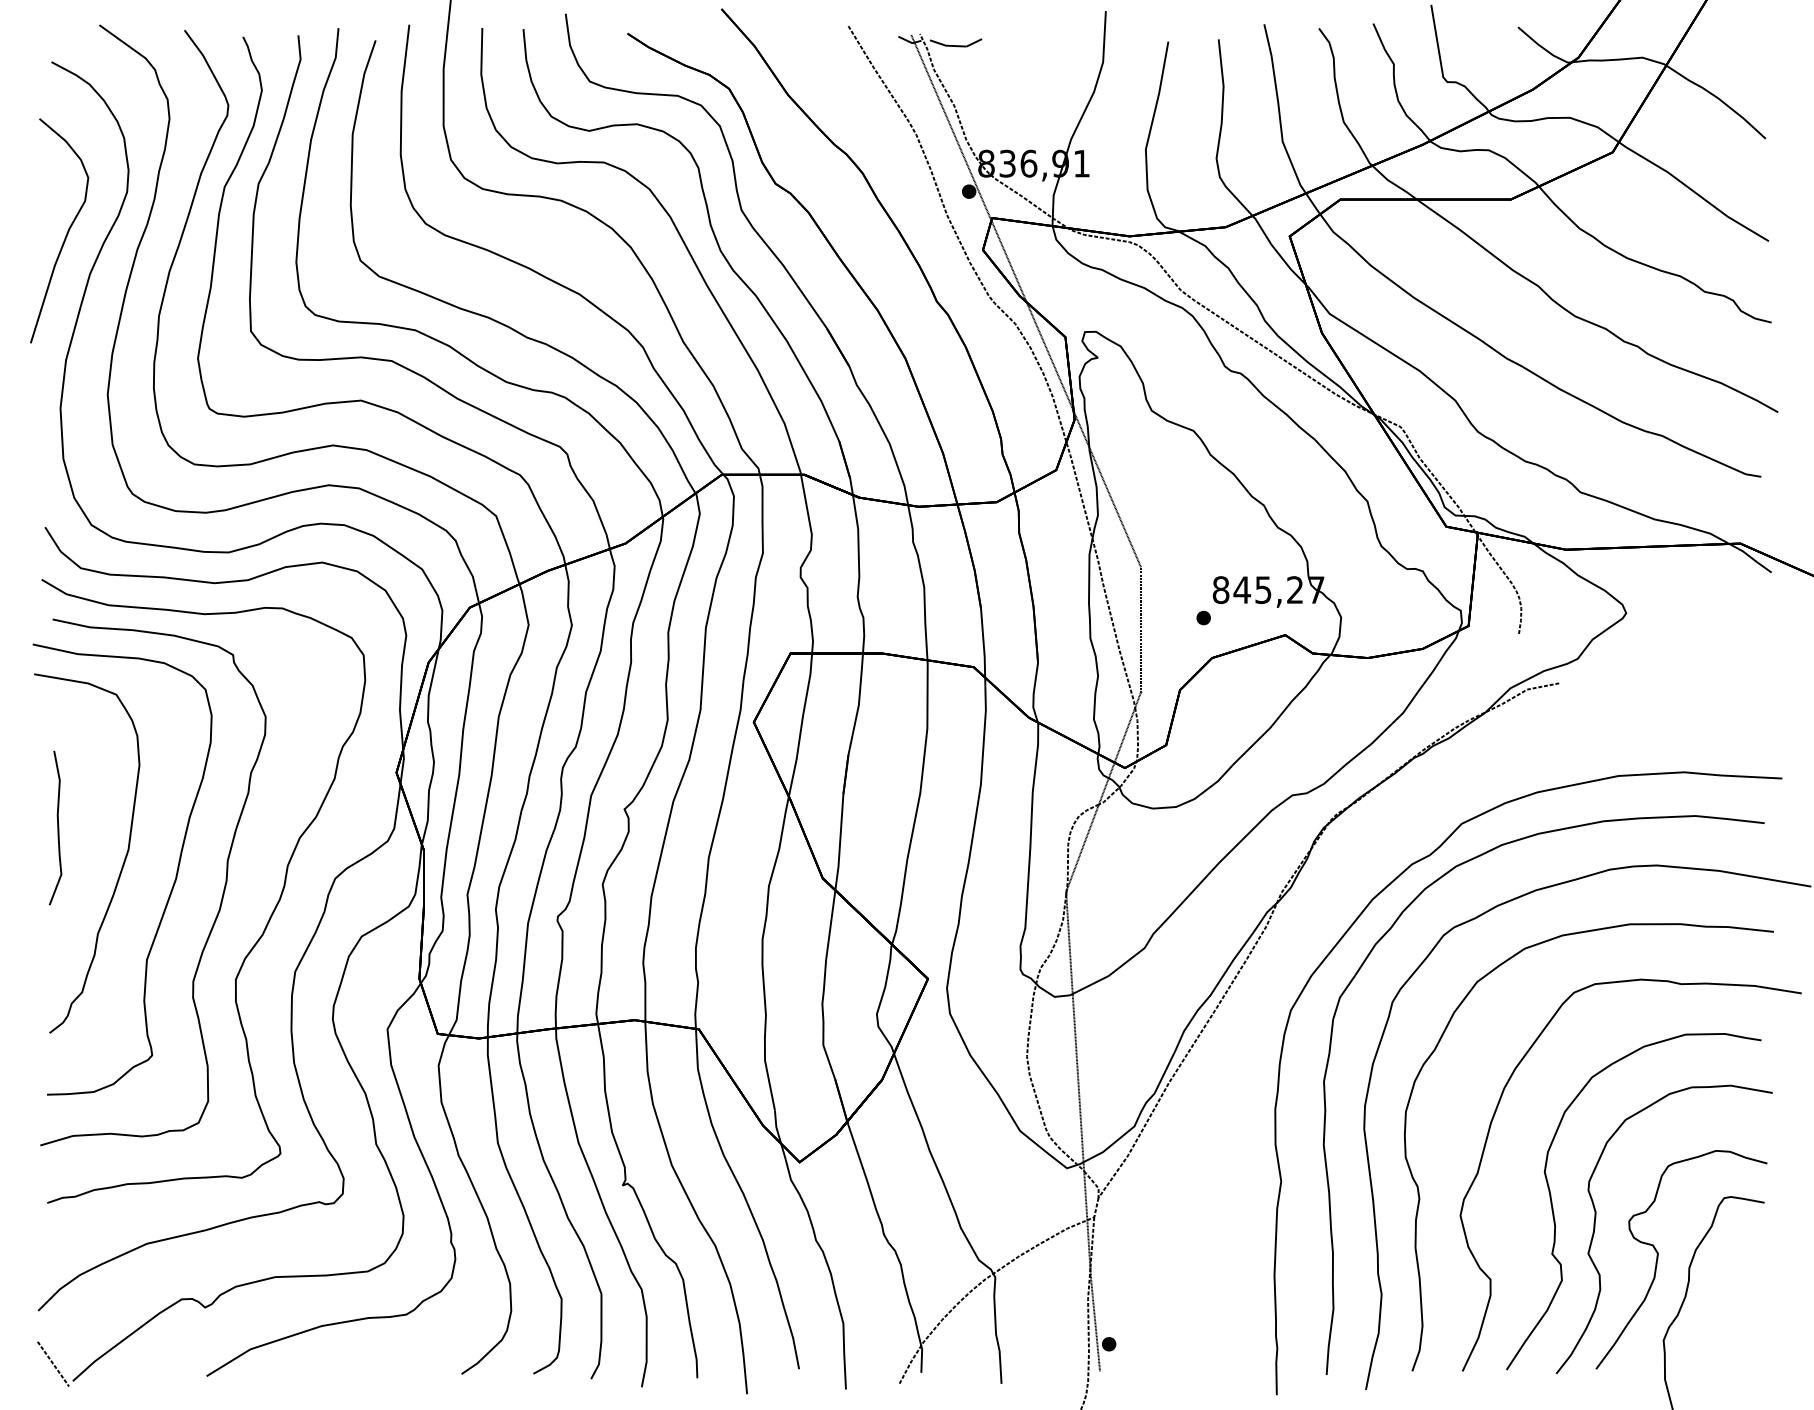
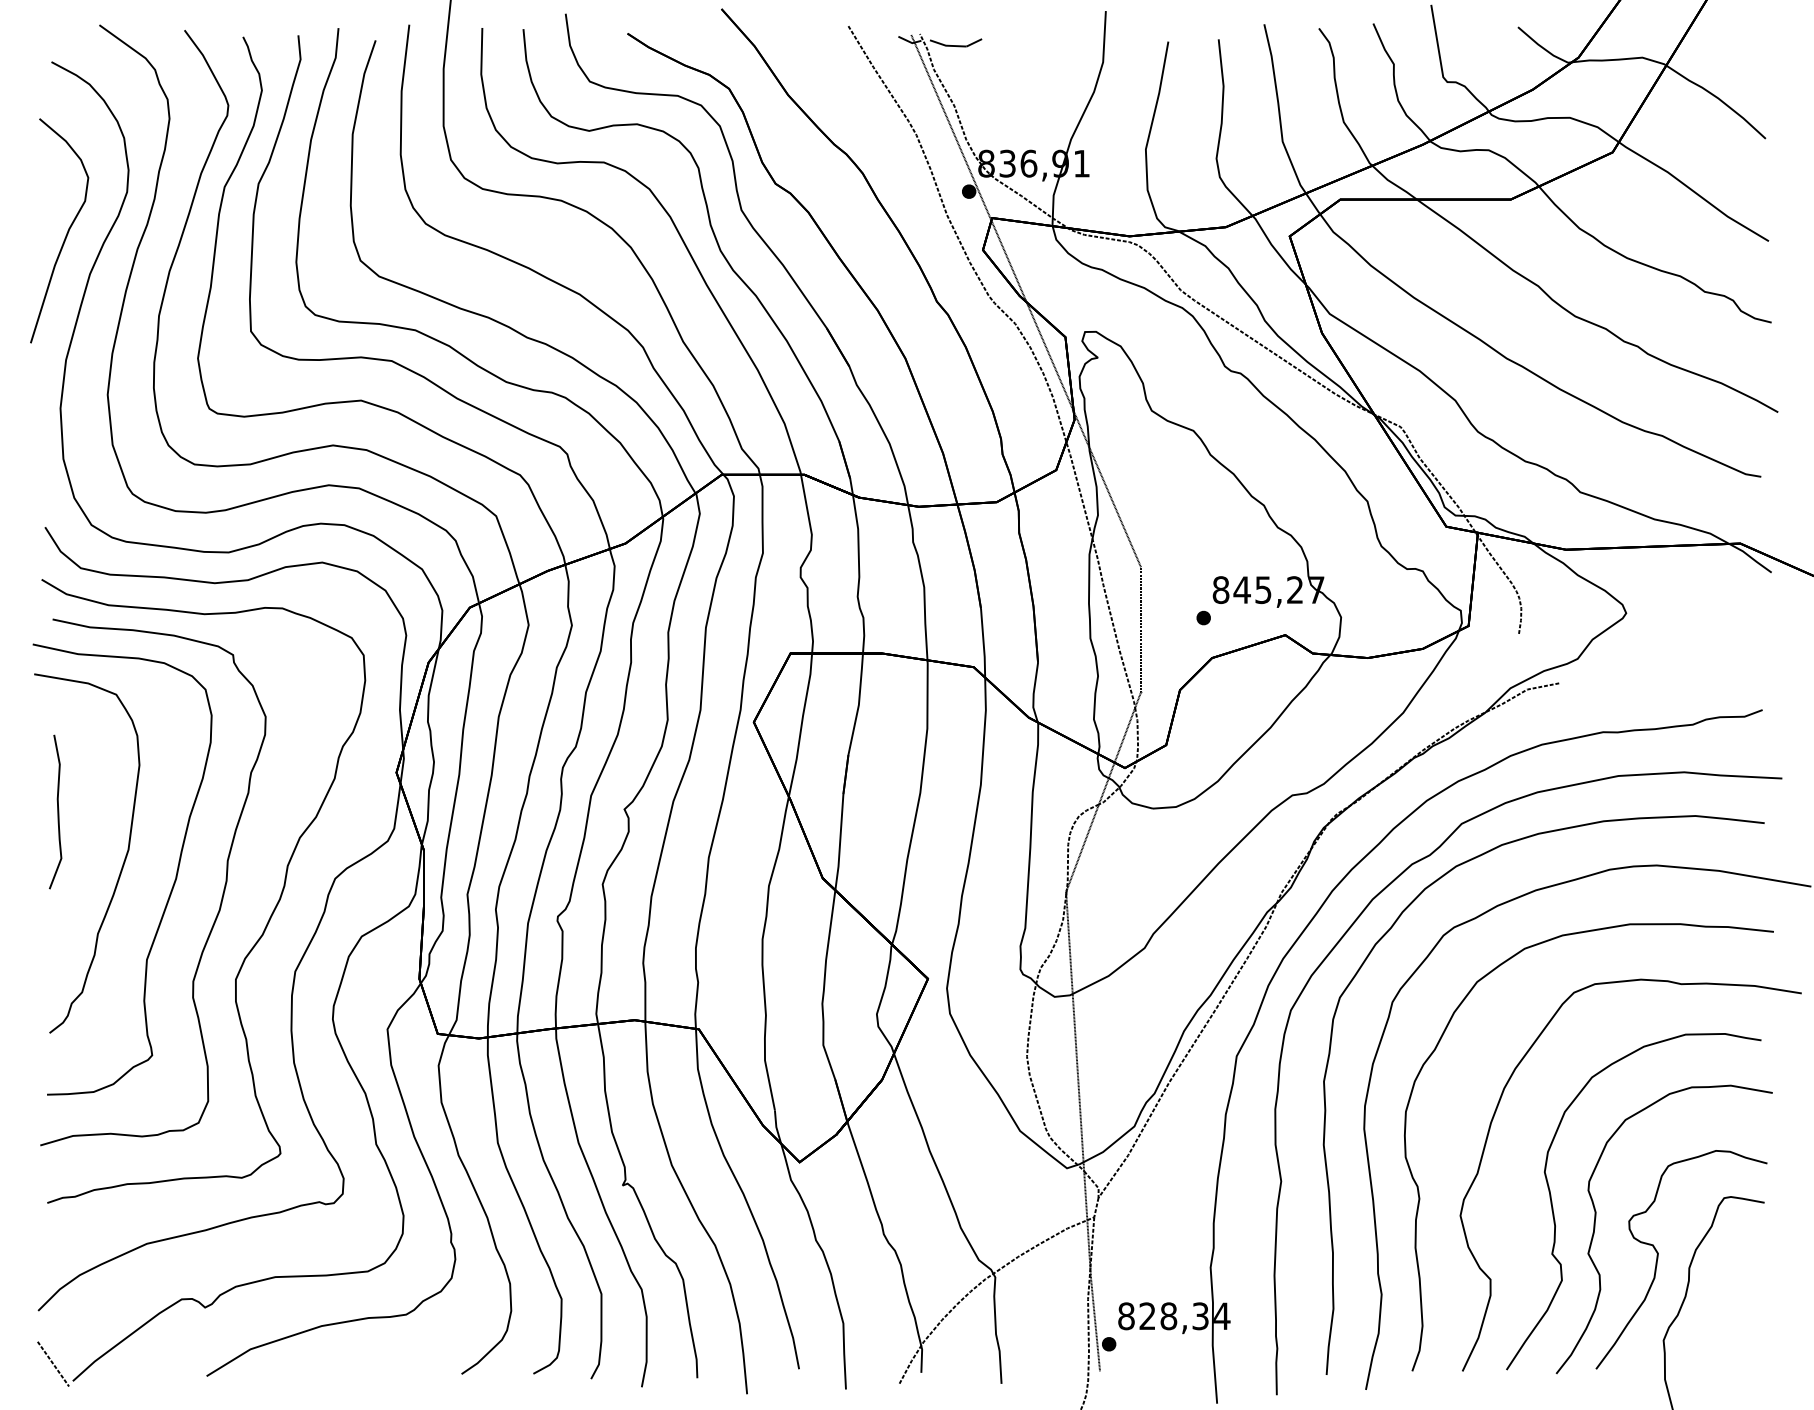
part at (55, 827) position: (55, 827) -> (55, 811)
part at (1294, 945): none -> present
